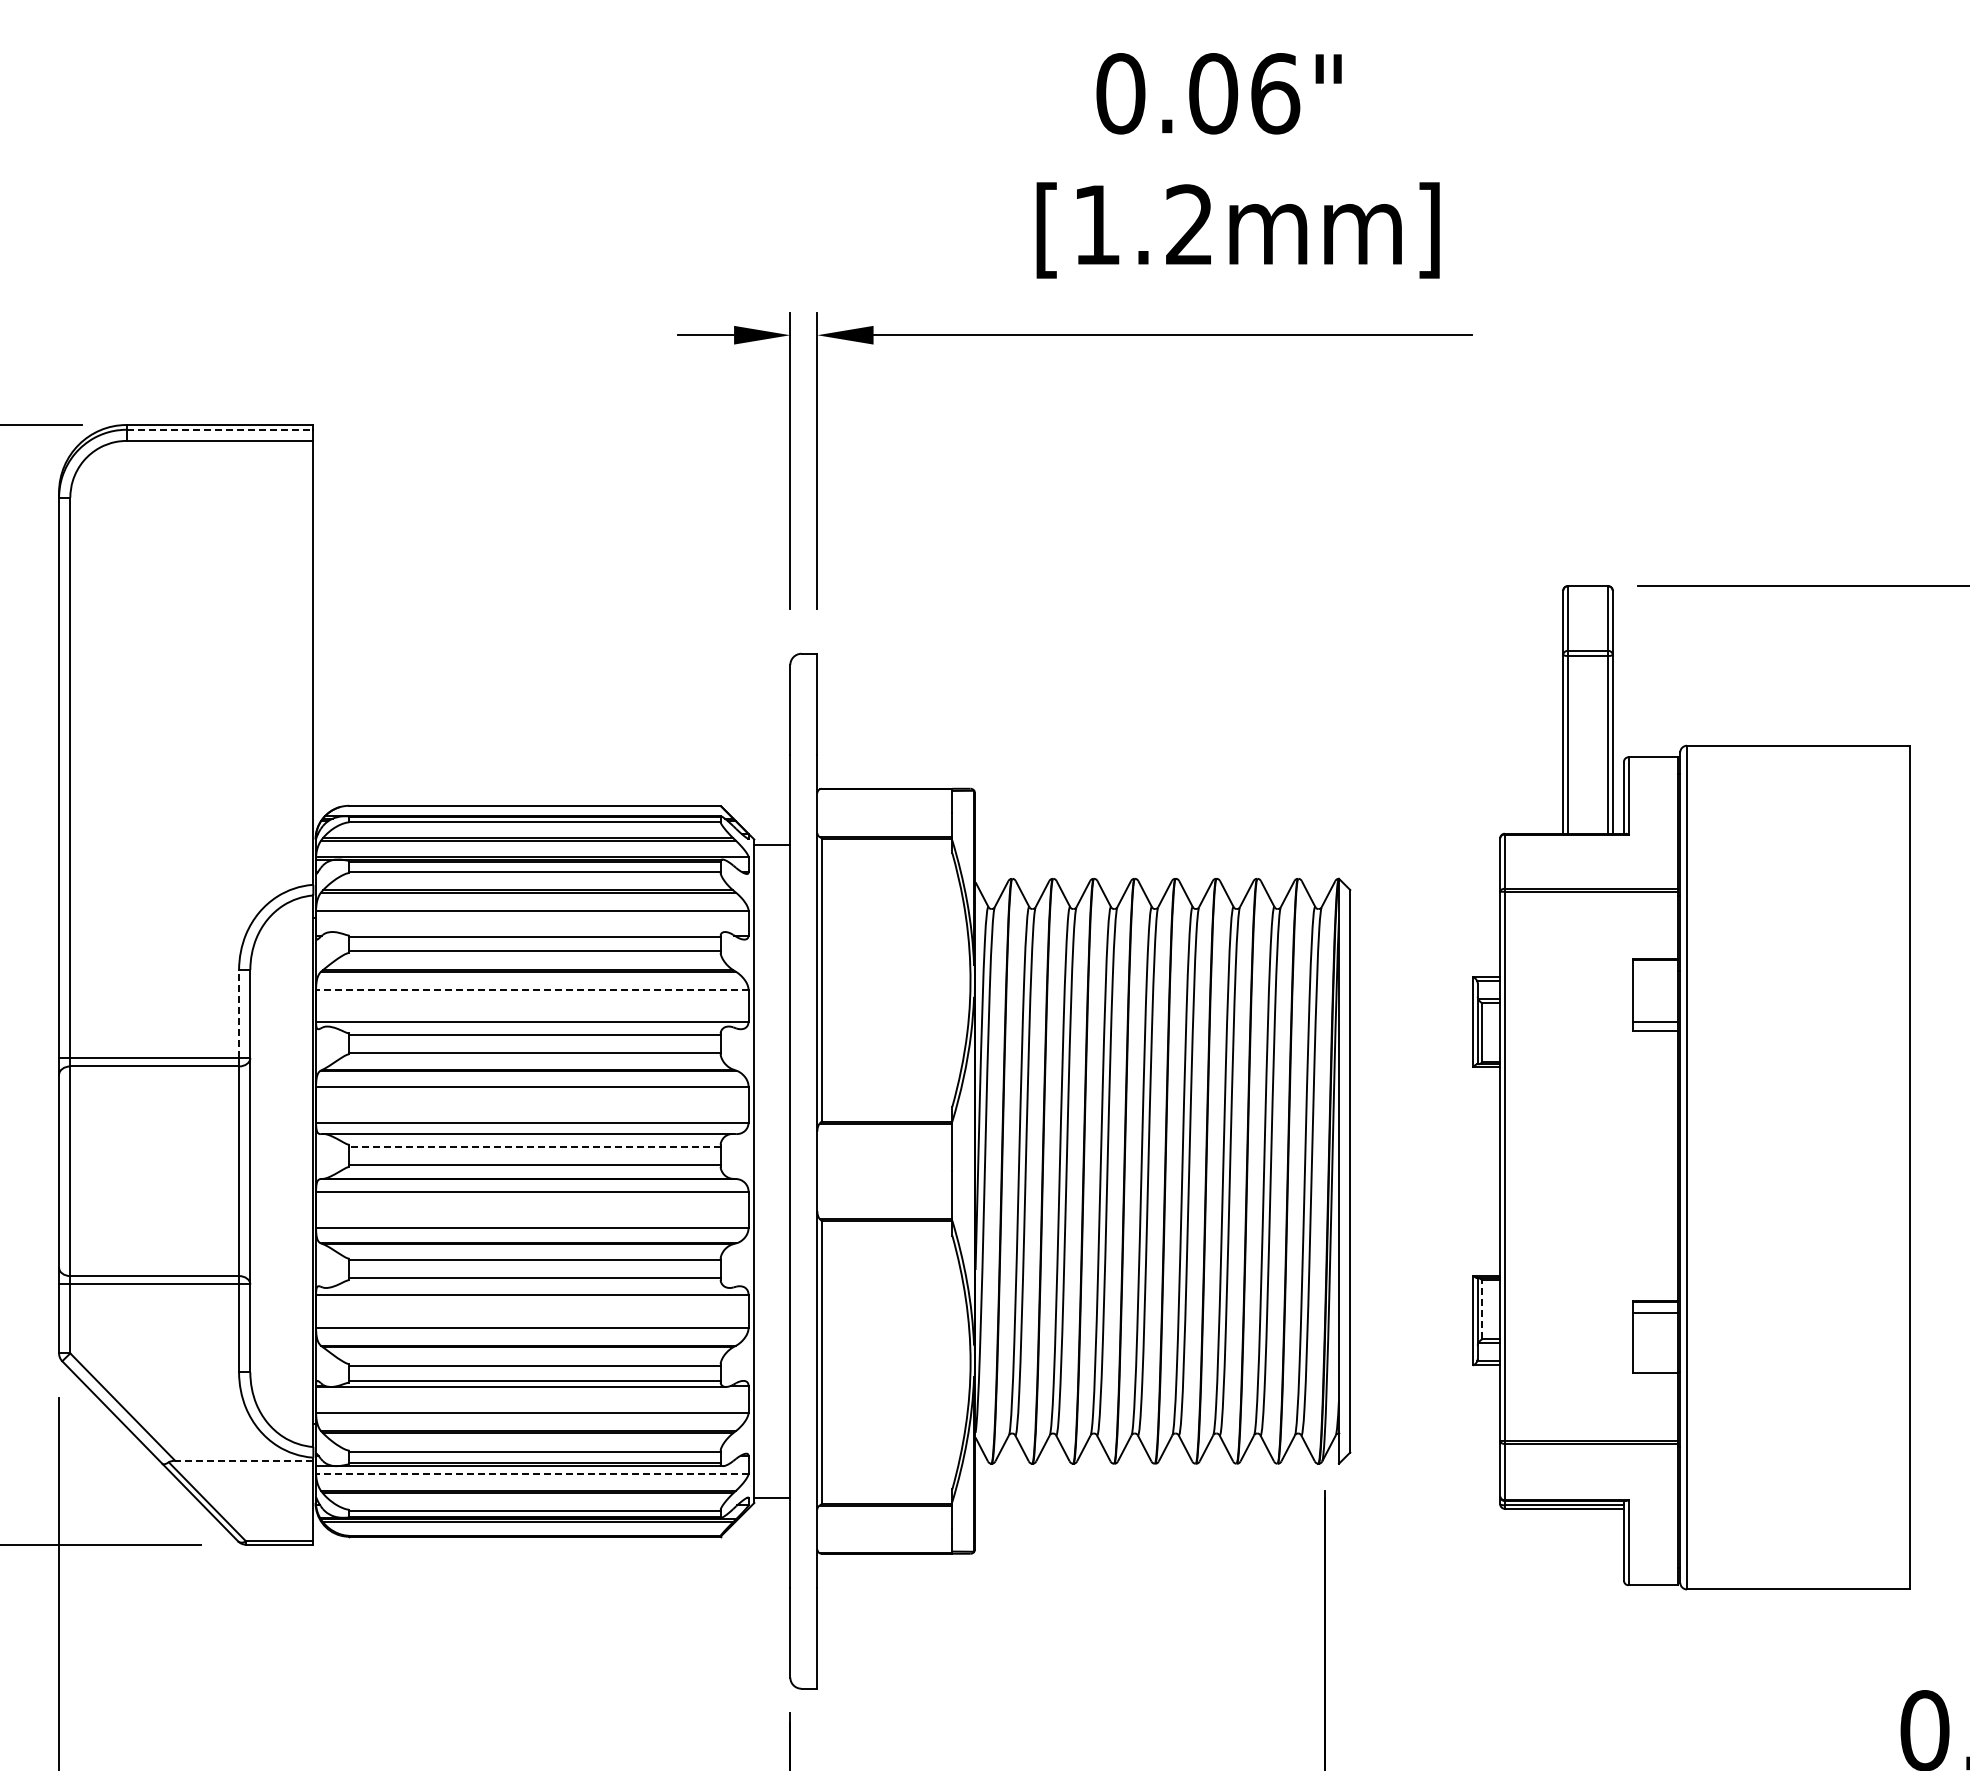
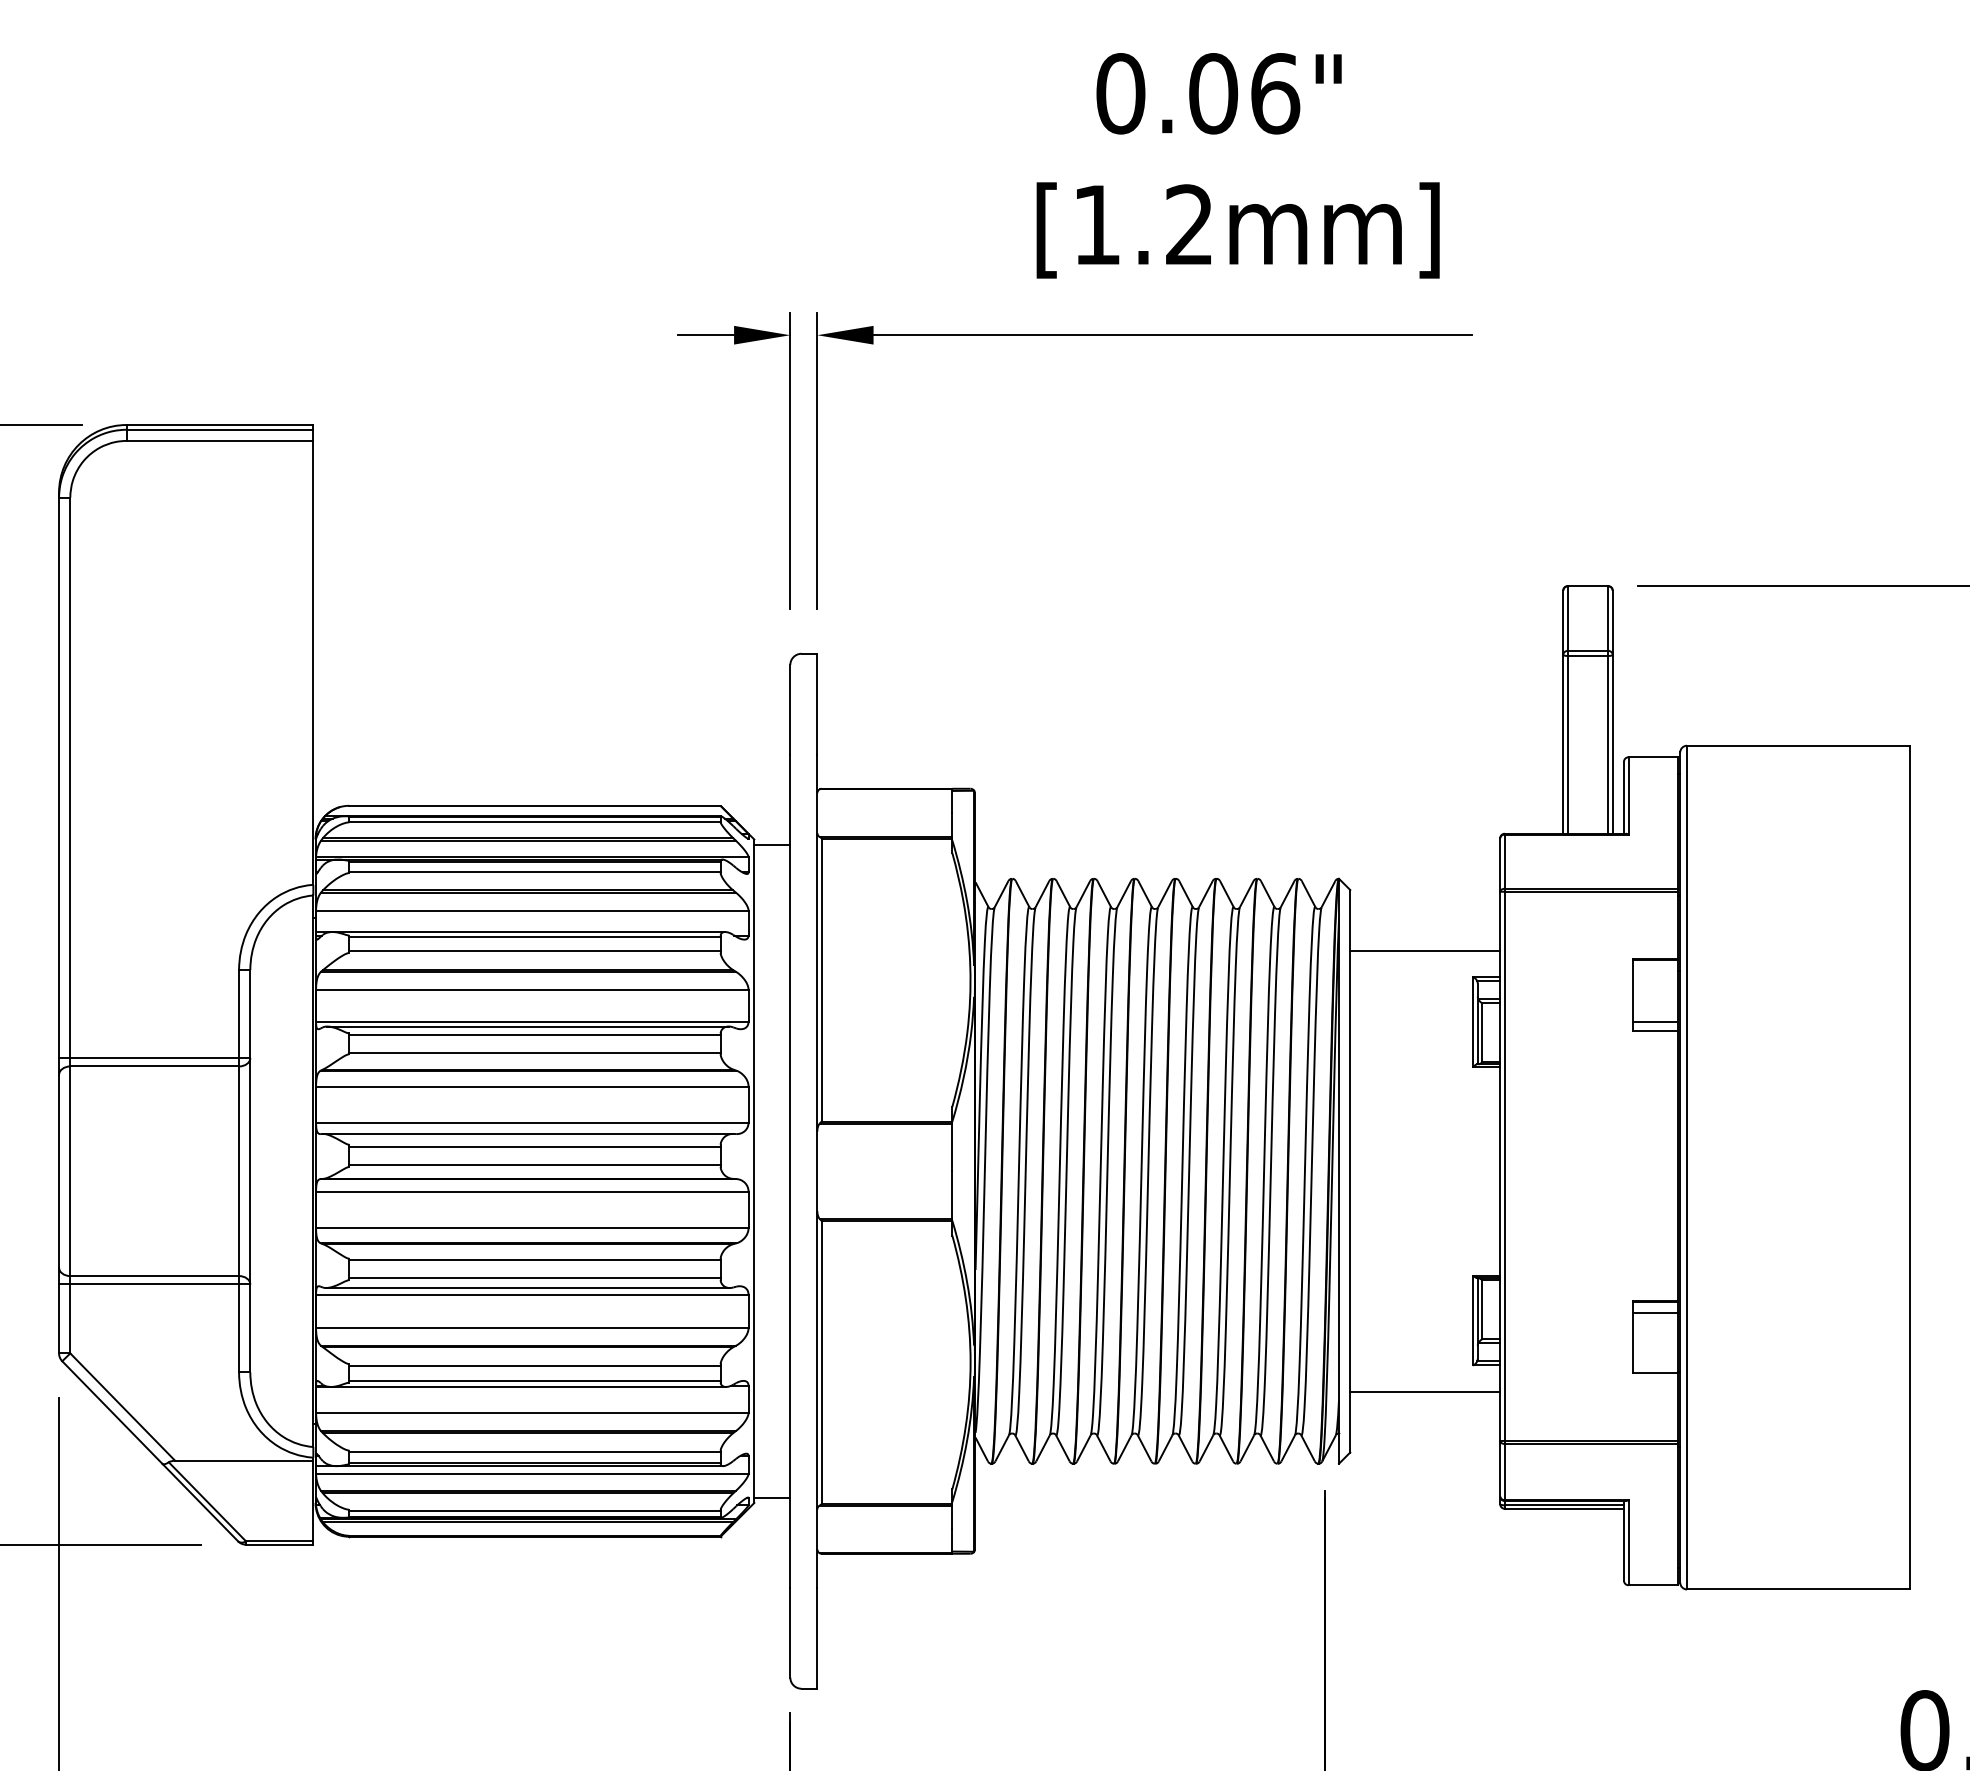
line at (220, 429): dashed -> solid
line at (520, 931): none -> present
line at (1425, 950): none -> present
line at (531, 989): dashed -> solid
line at (239, 1014): dashed -> solid
line at (527, 1026): none -> present
line at (534, 1146): dashed -> solid
line at (527, 1287): none -> present
line at (1482, 1309): dashed -> solid
line at (1425, 1391): none -> present
line at (243, 1460): dashed -> solid
line at (531, 1473): dashed -> solid
